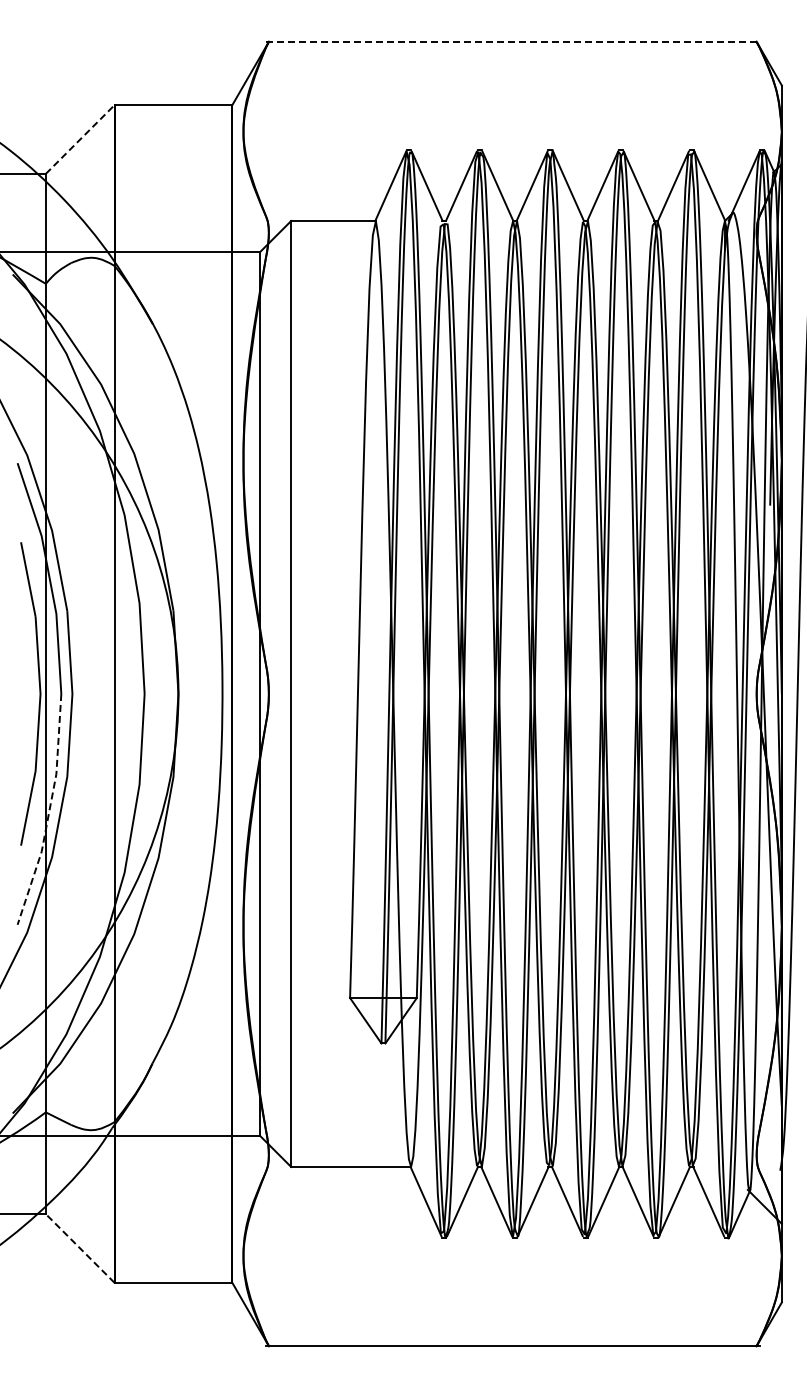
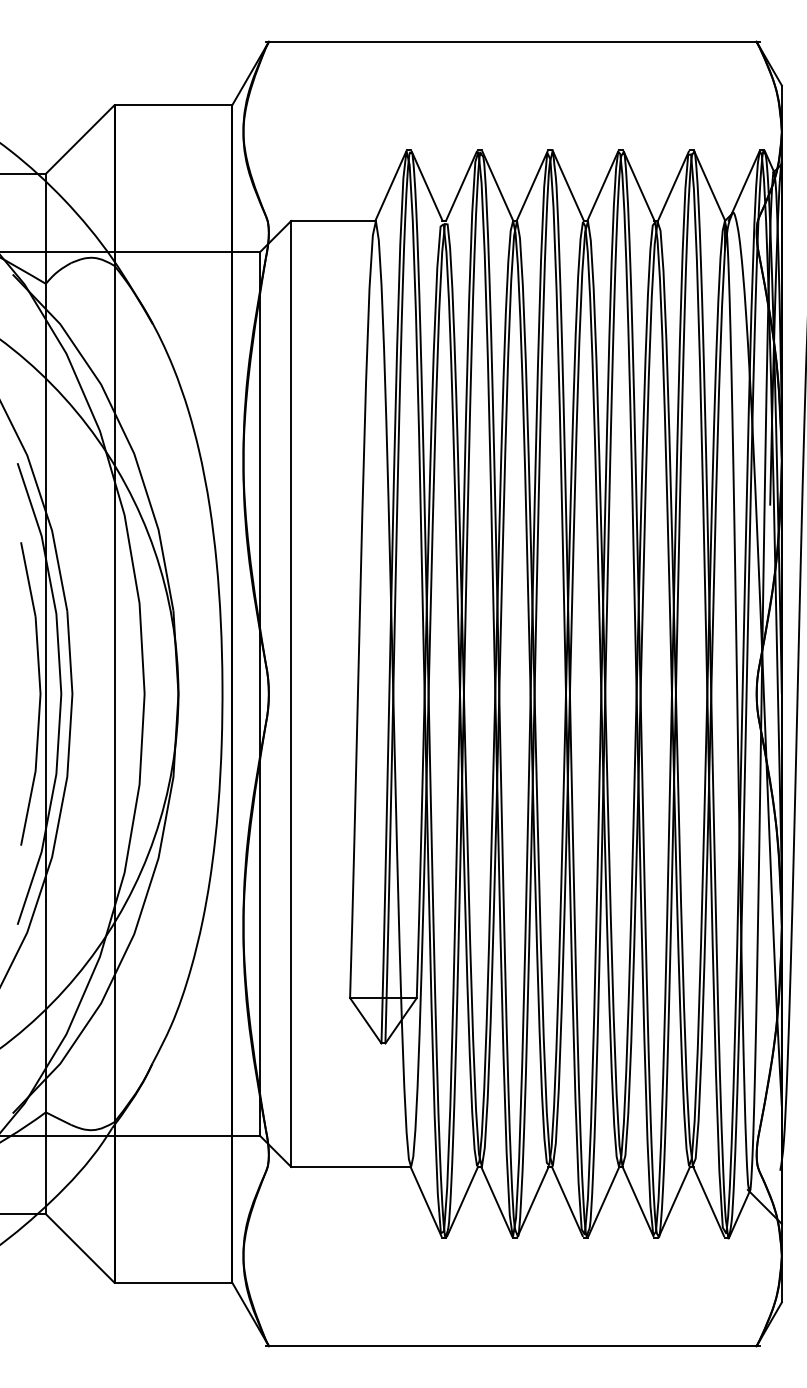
line at (513, 41): dashed -> solid
line at (80, 139): dashed -> solid
line at (49, 811): dashed -> solid
line at (80, 1248): dashed -> solid
